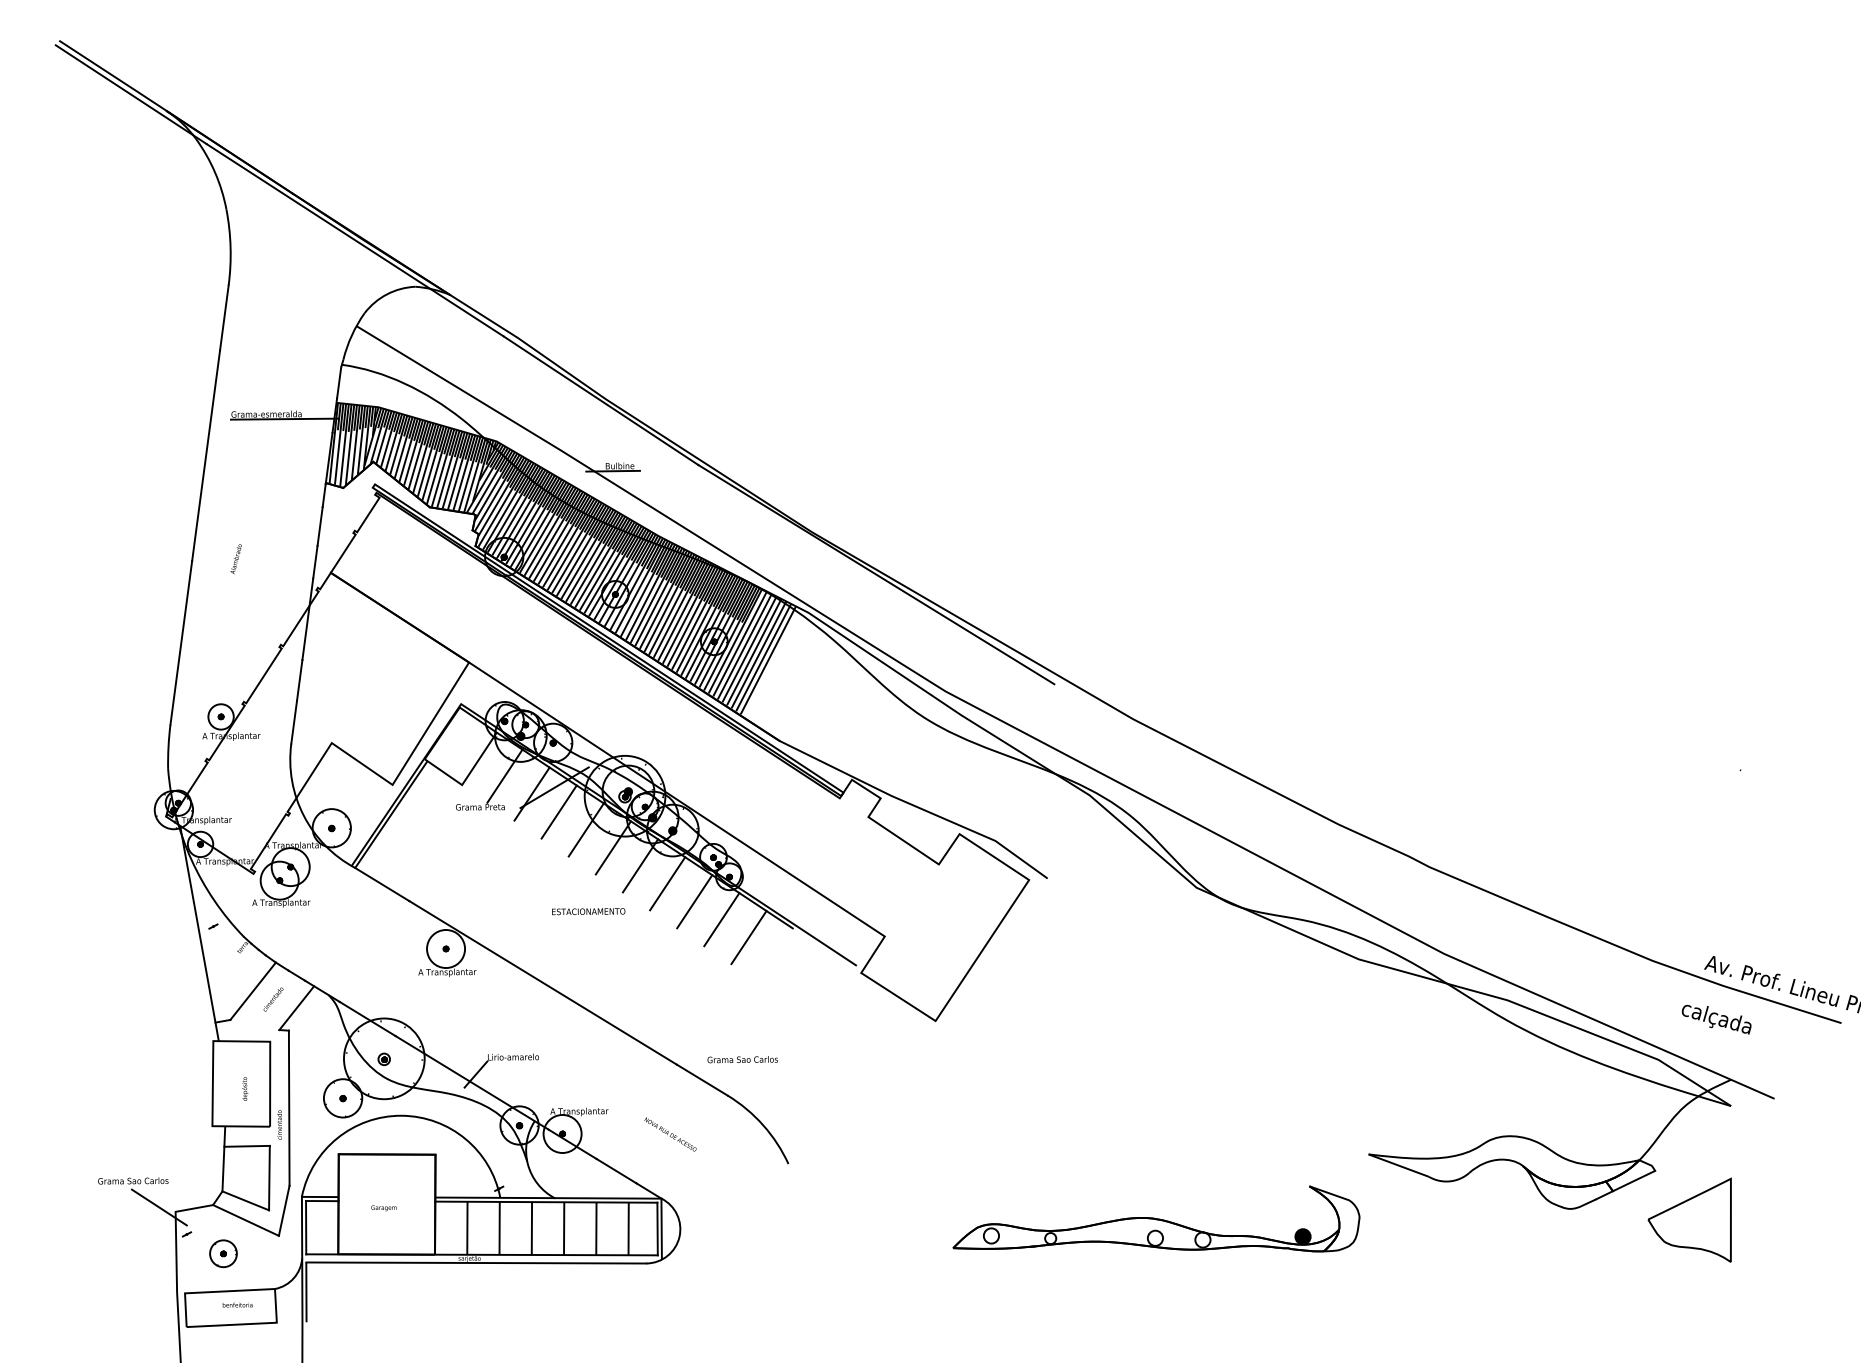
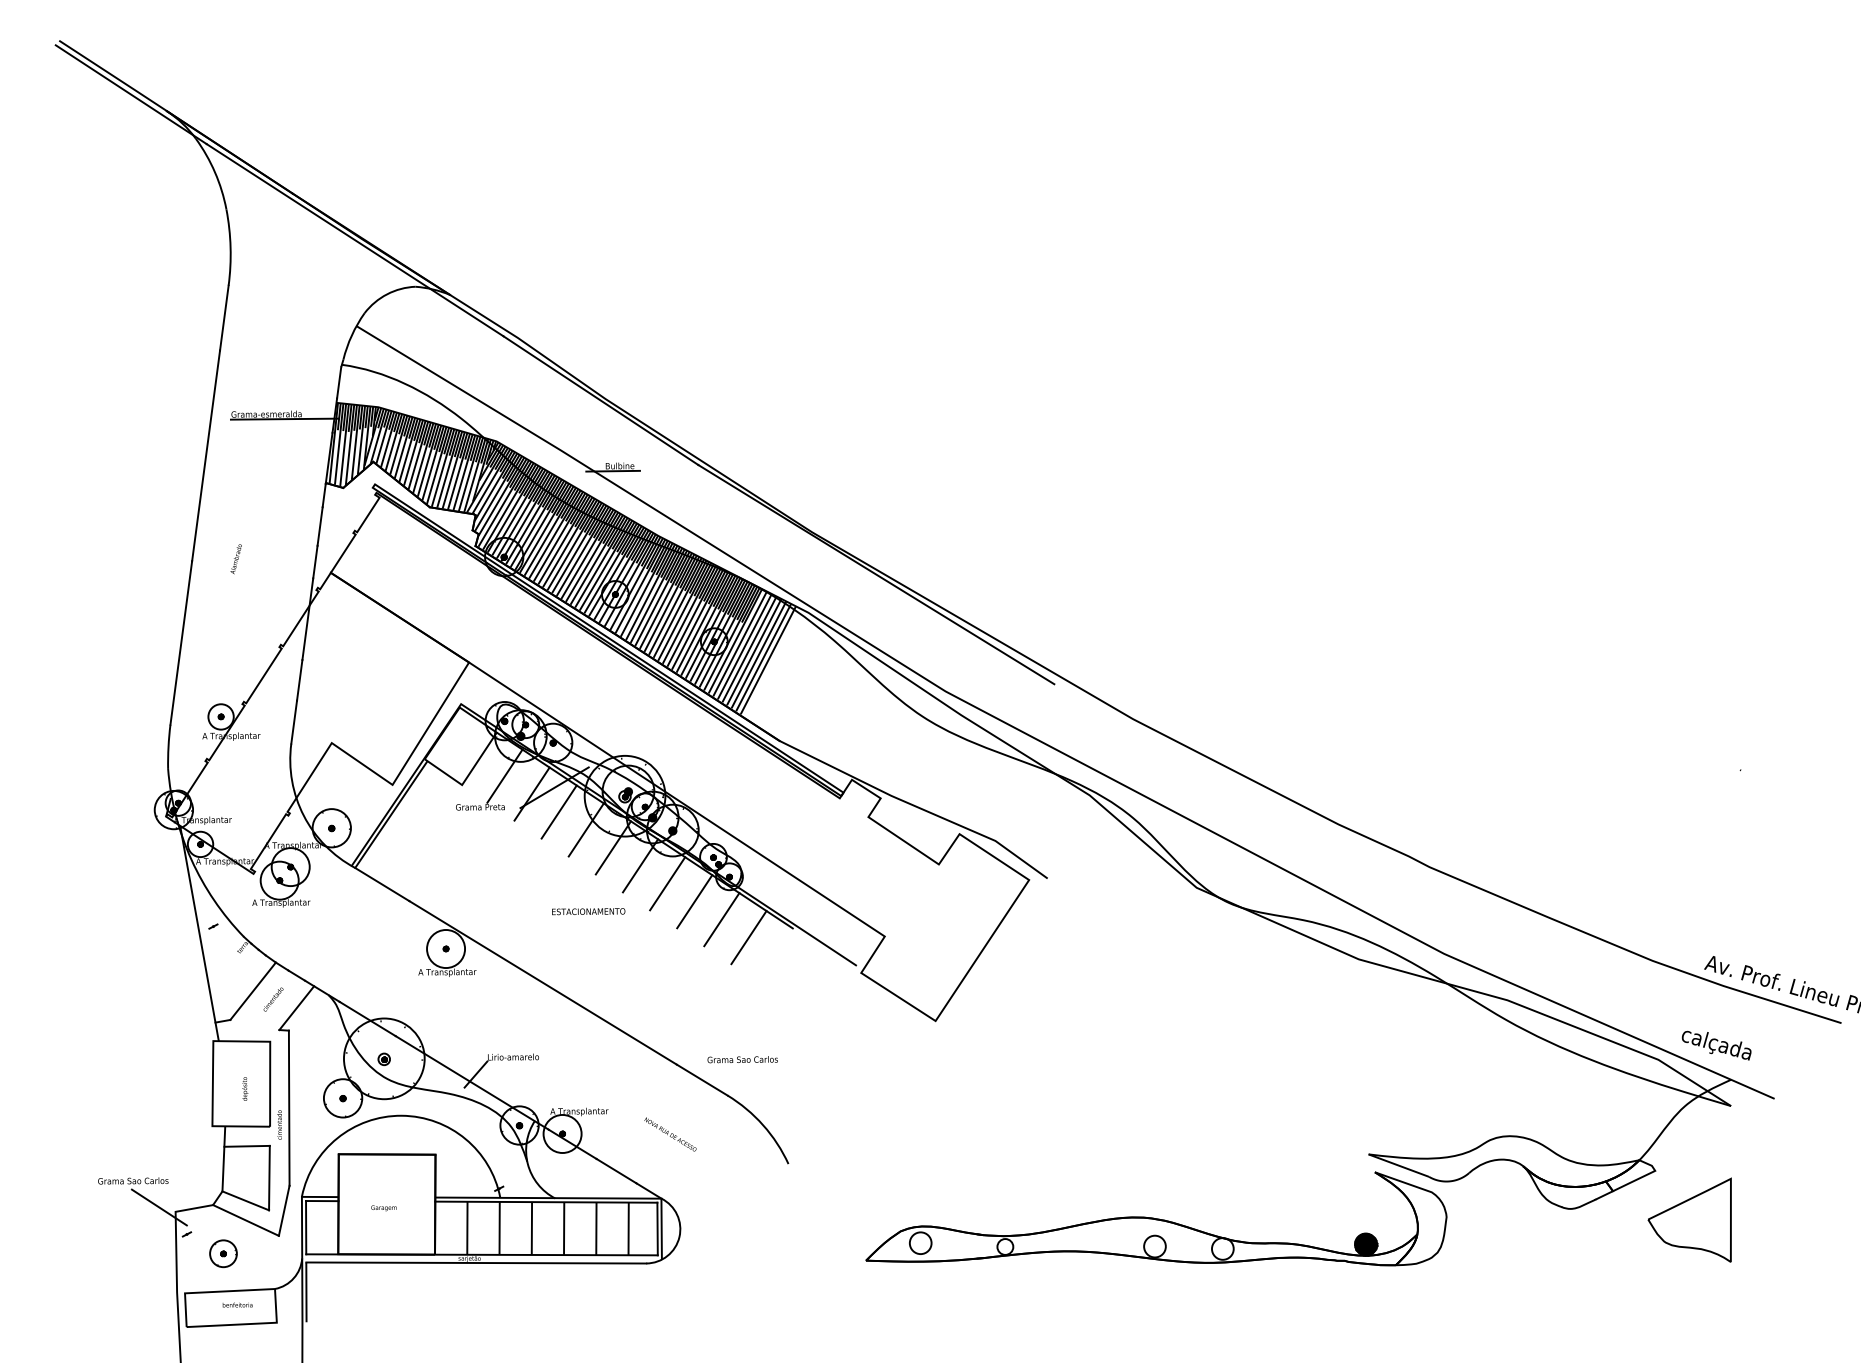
text at (1716, 1019) position: (1716, 1019) -> (1716, 1045)
part at (1156, 1218) size: 409x68 px -> 583x96 px
